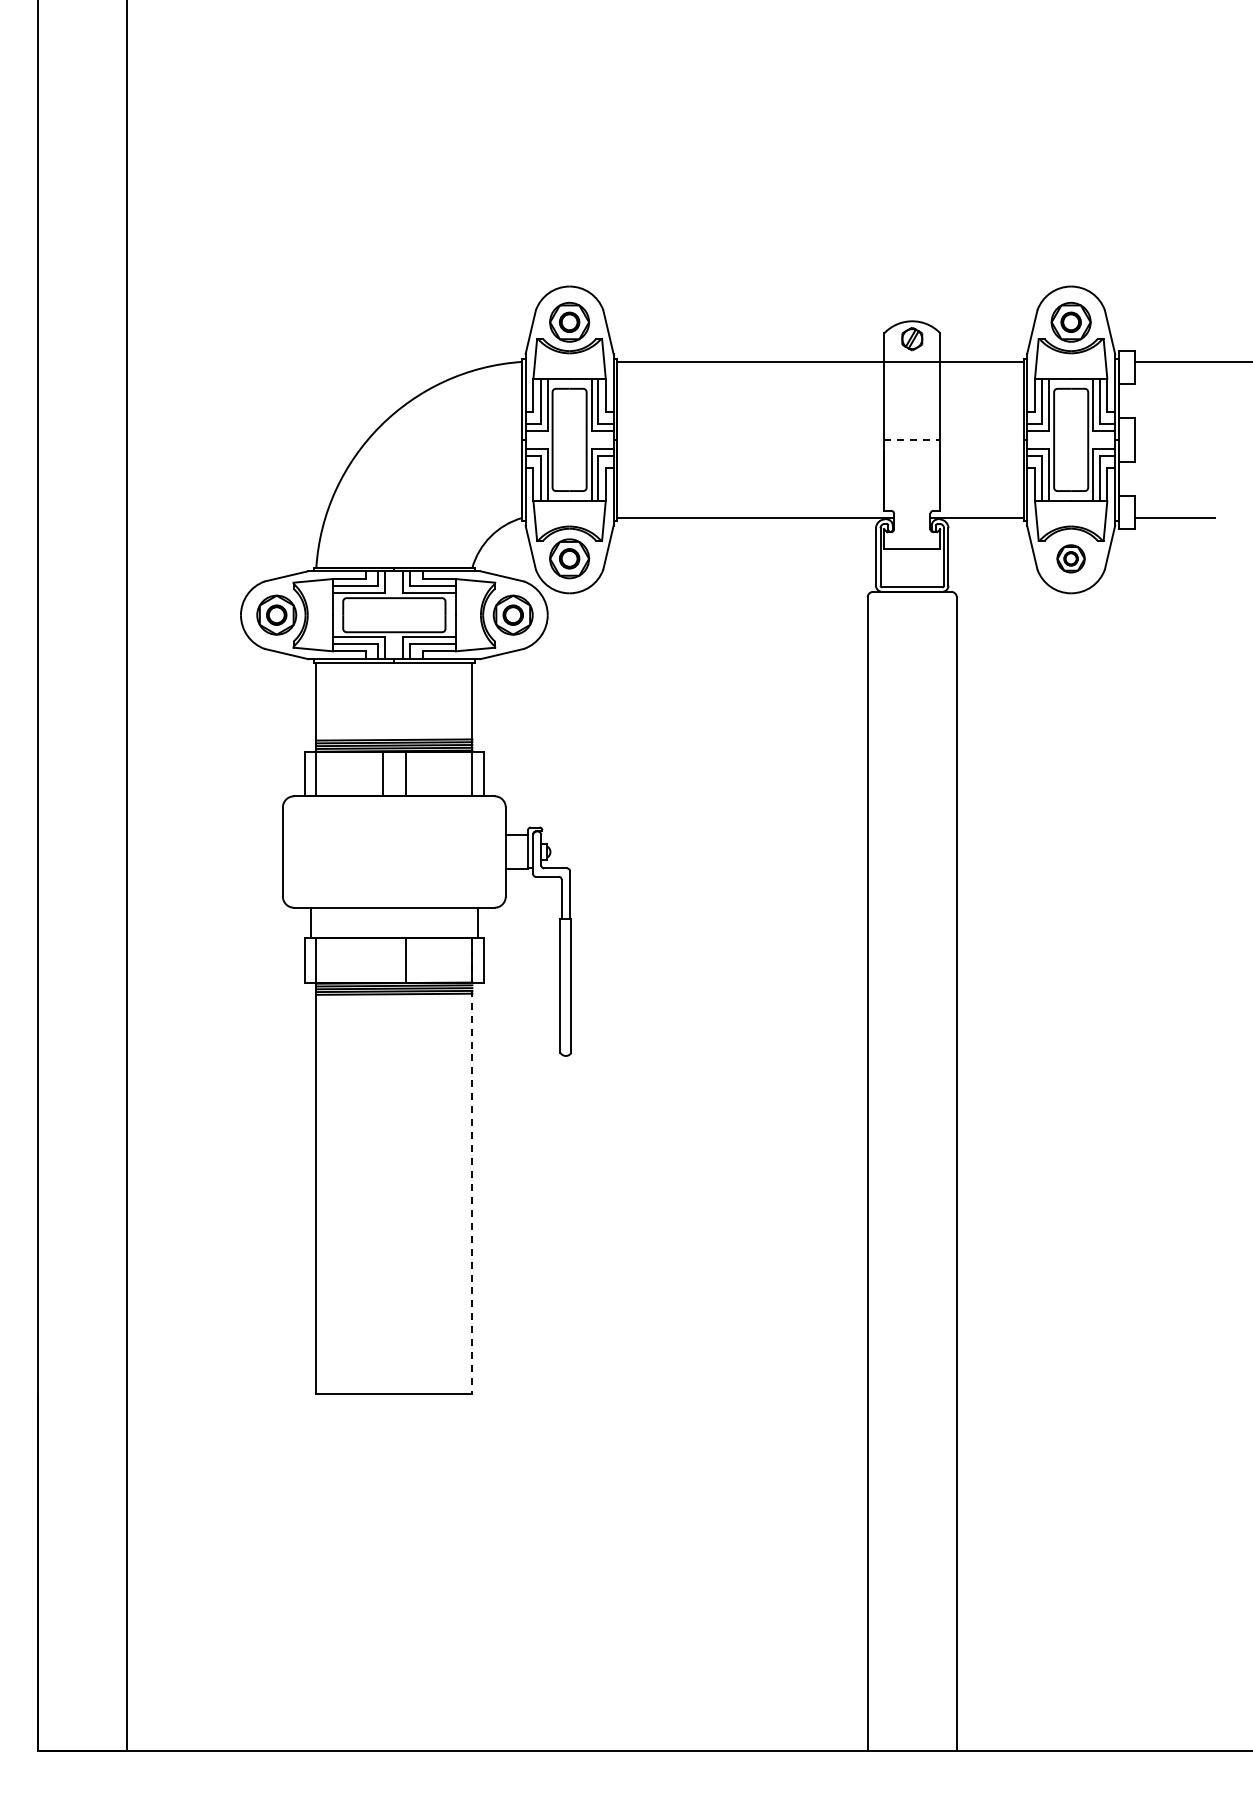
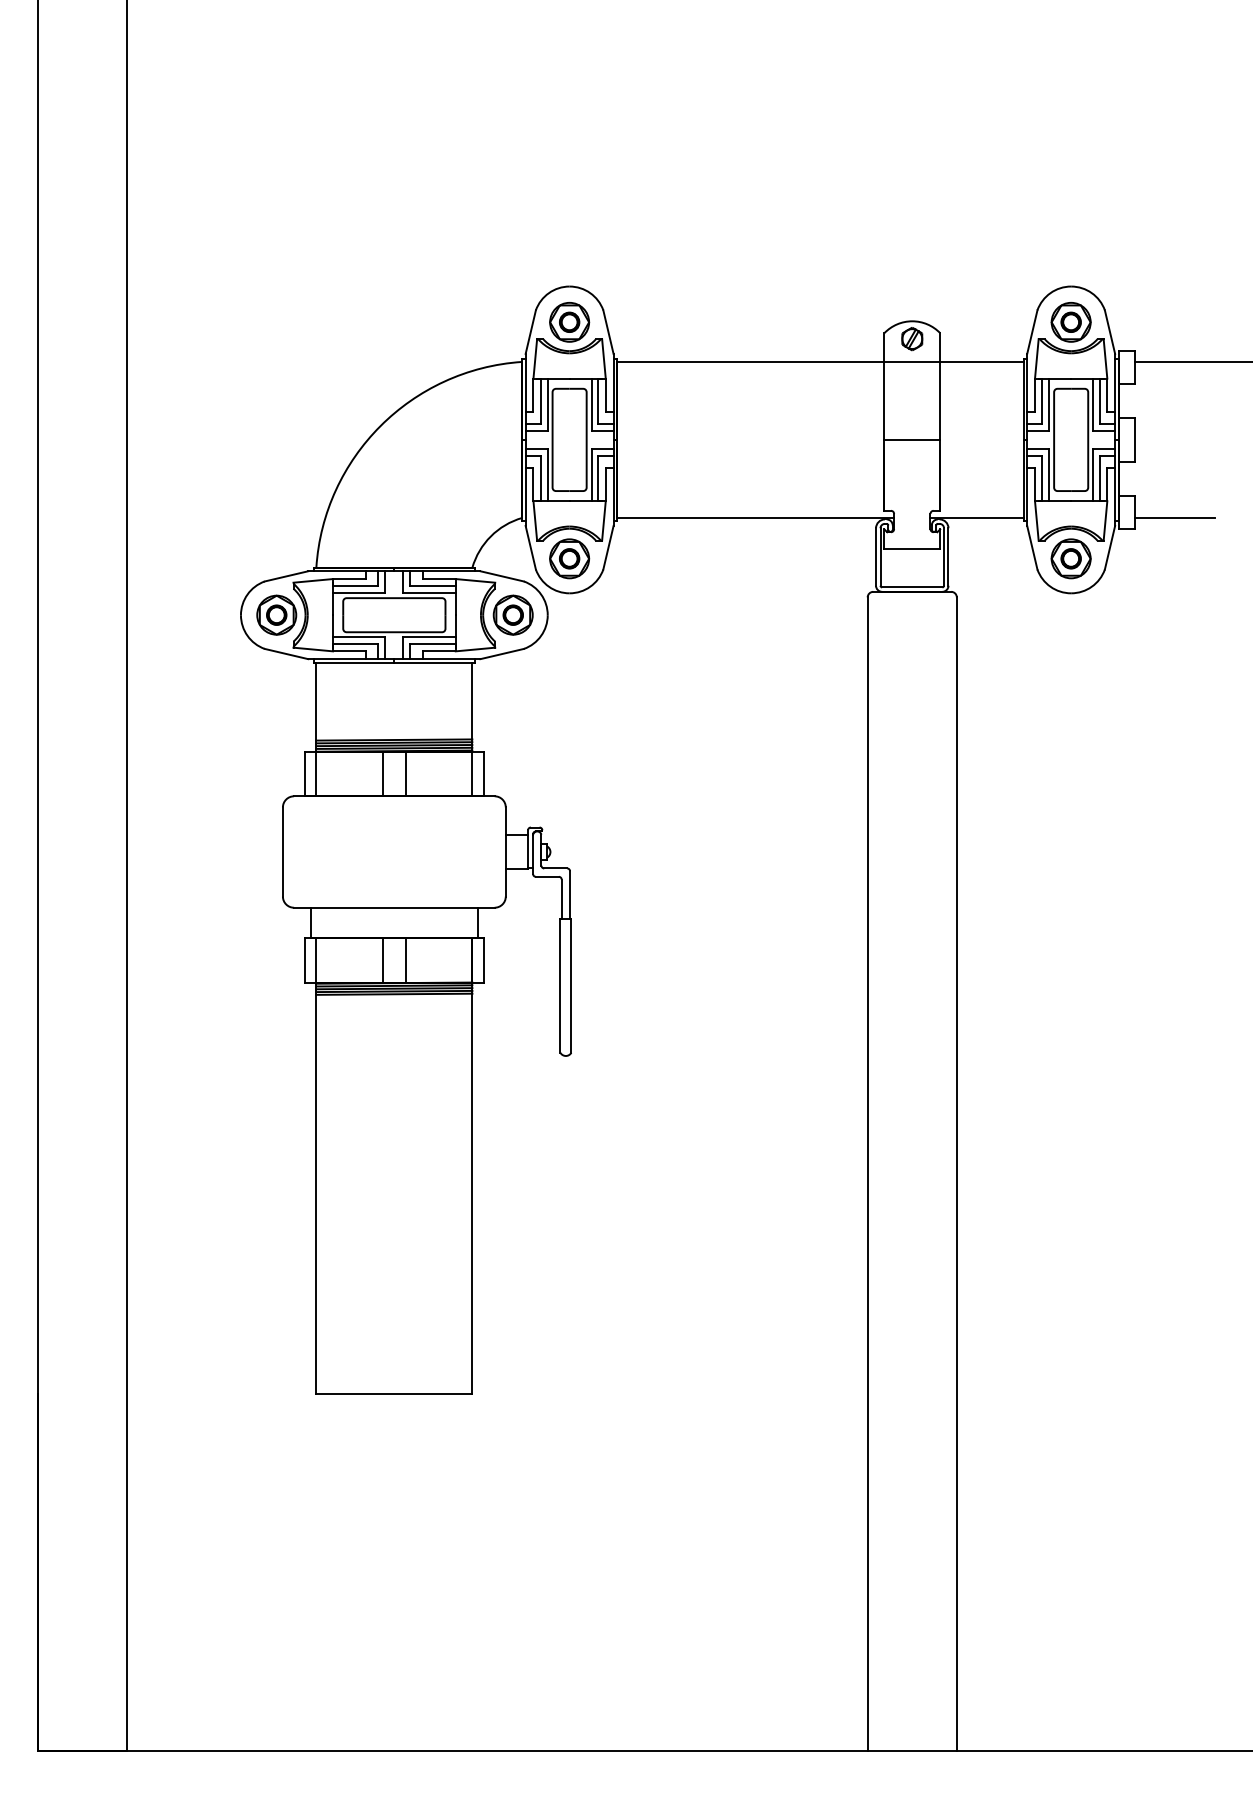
line at (912, 439): dashed -> solid
part at (1070, 558) size: 30x30 px -> 42x42 px
line at (383, 959): none -> present
line at (472, 1166): dashed -> solid
